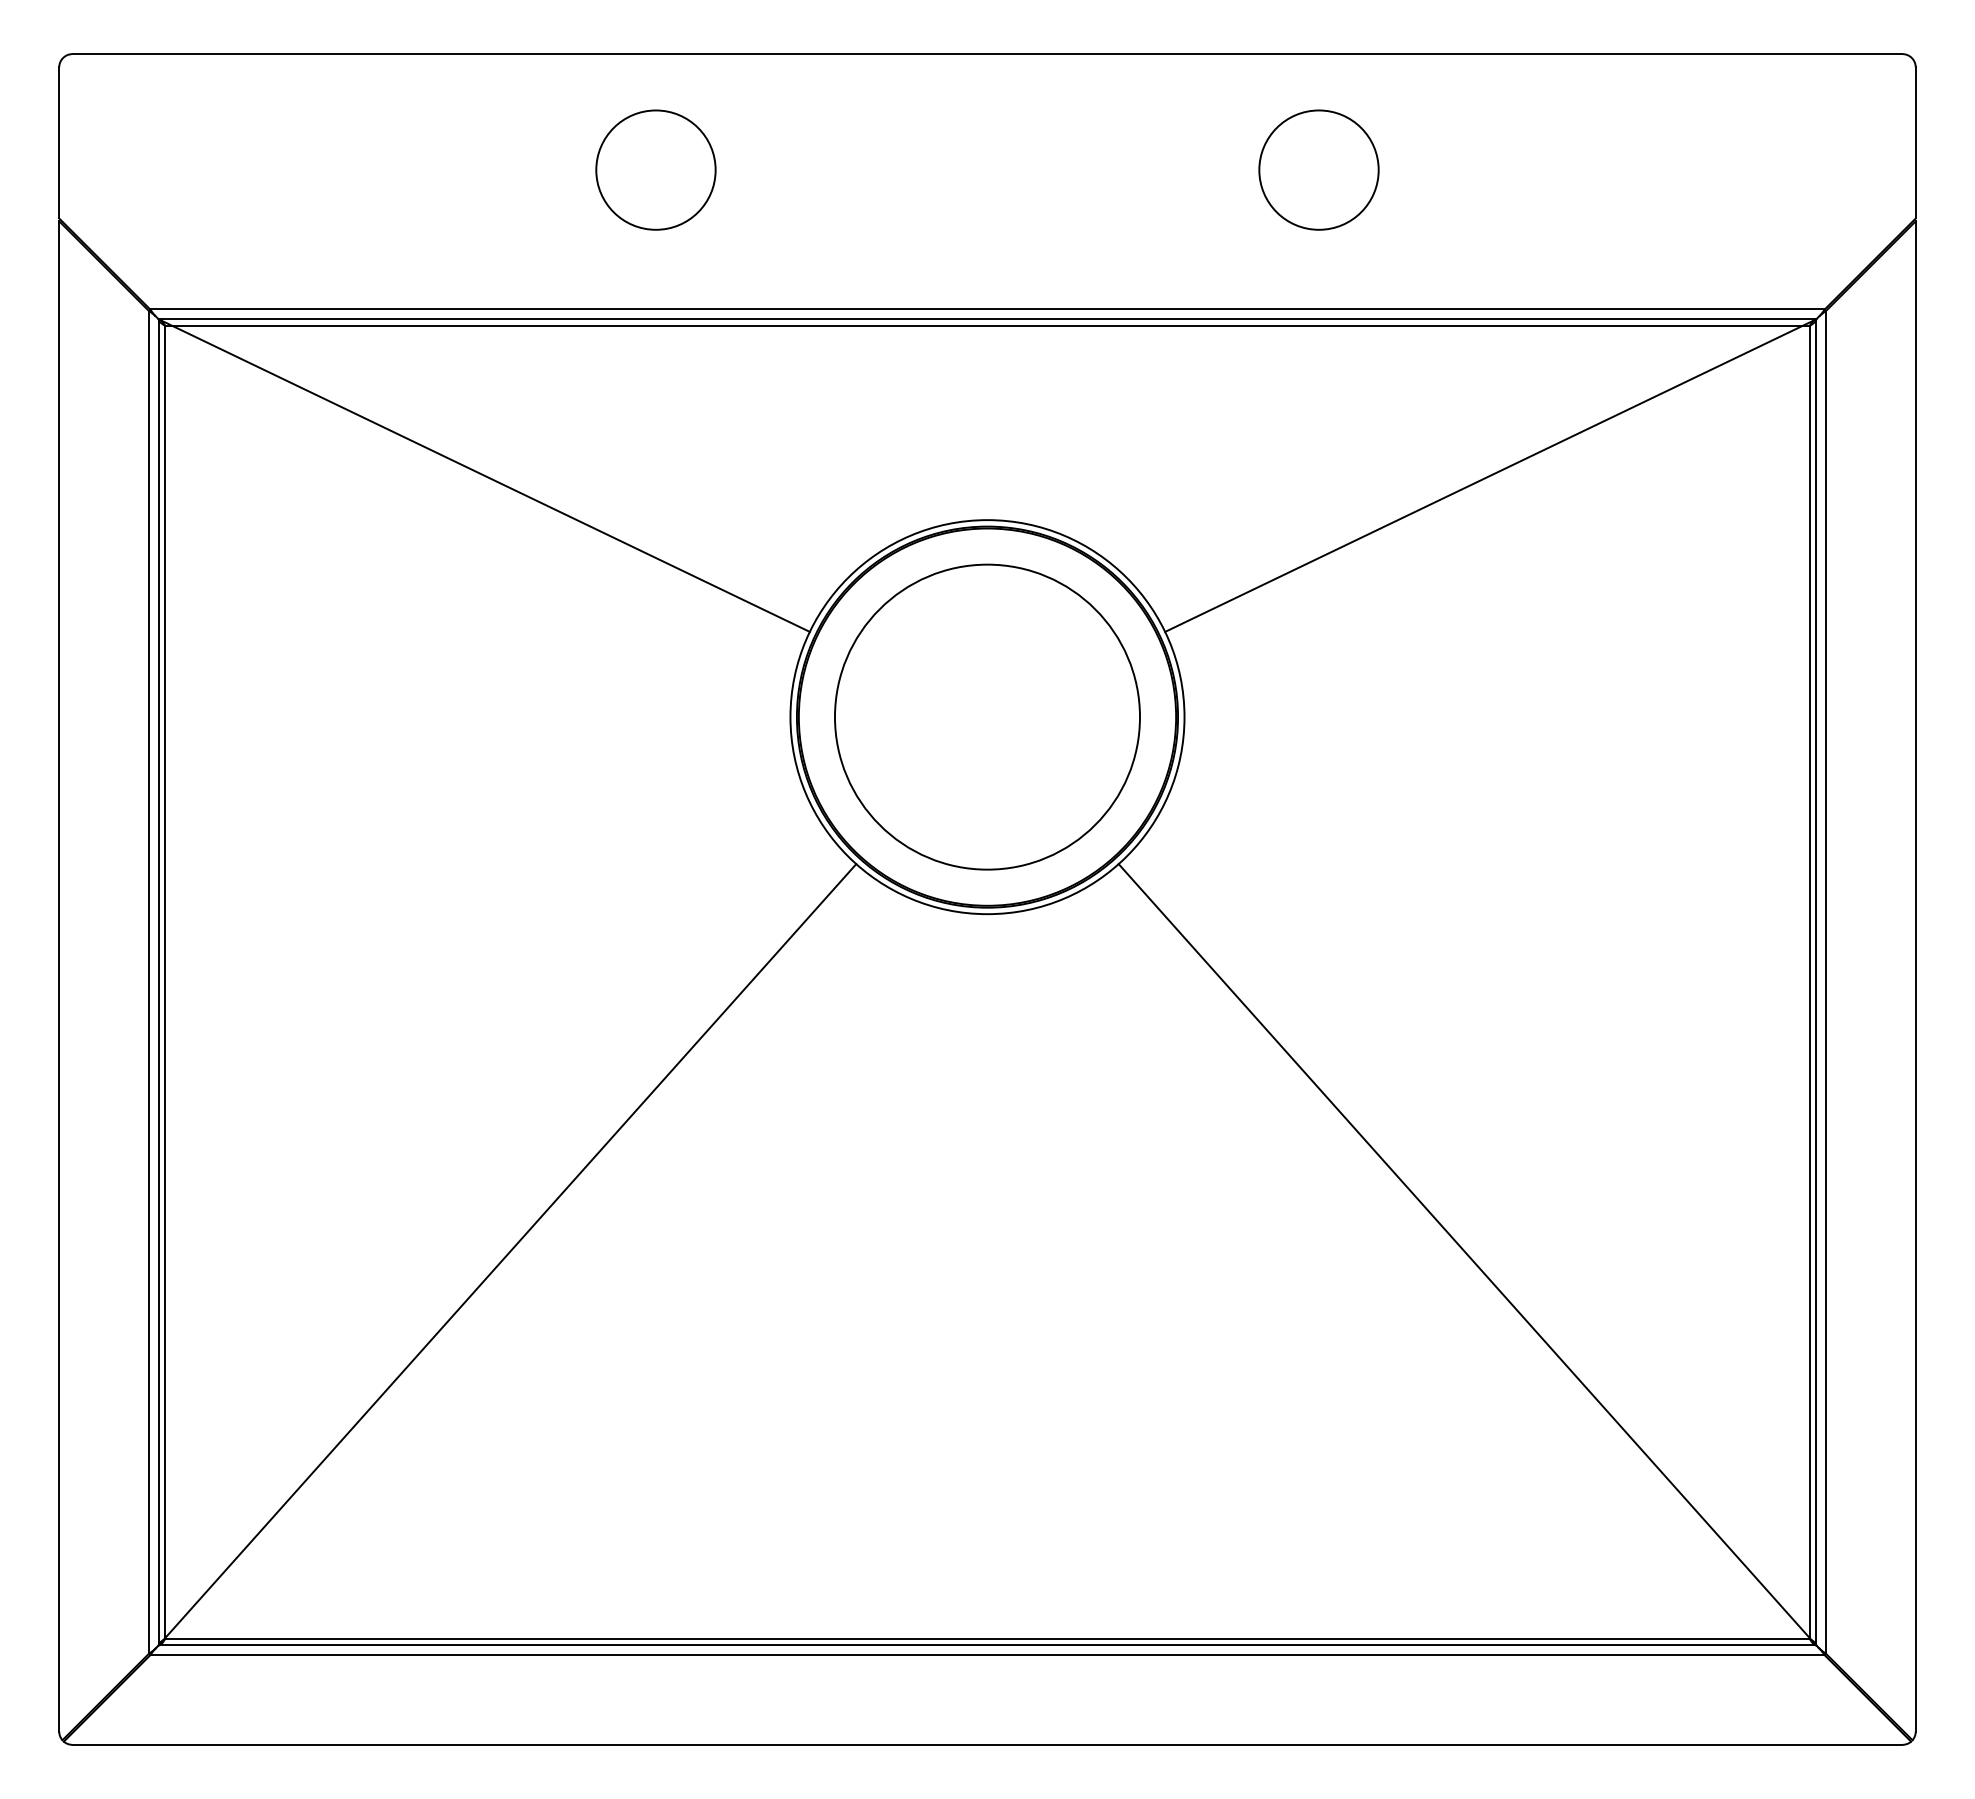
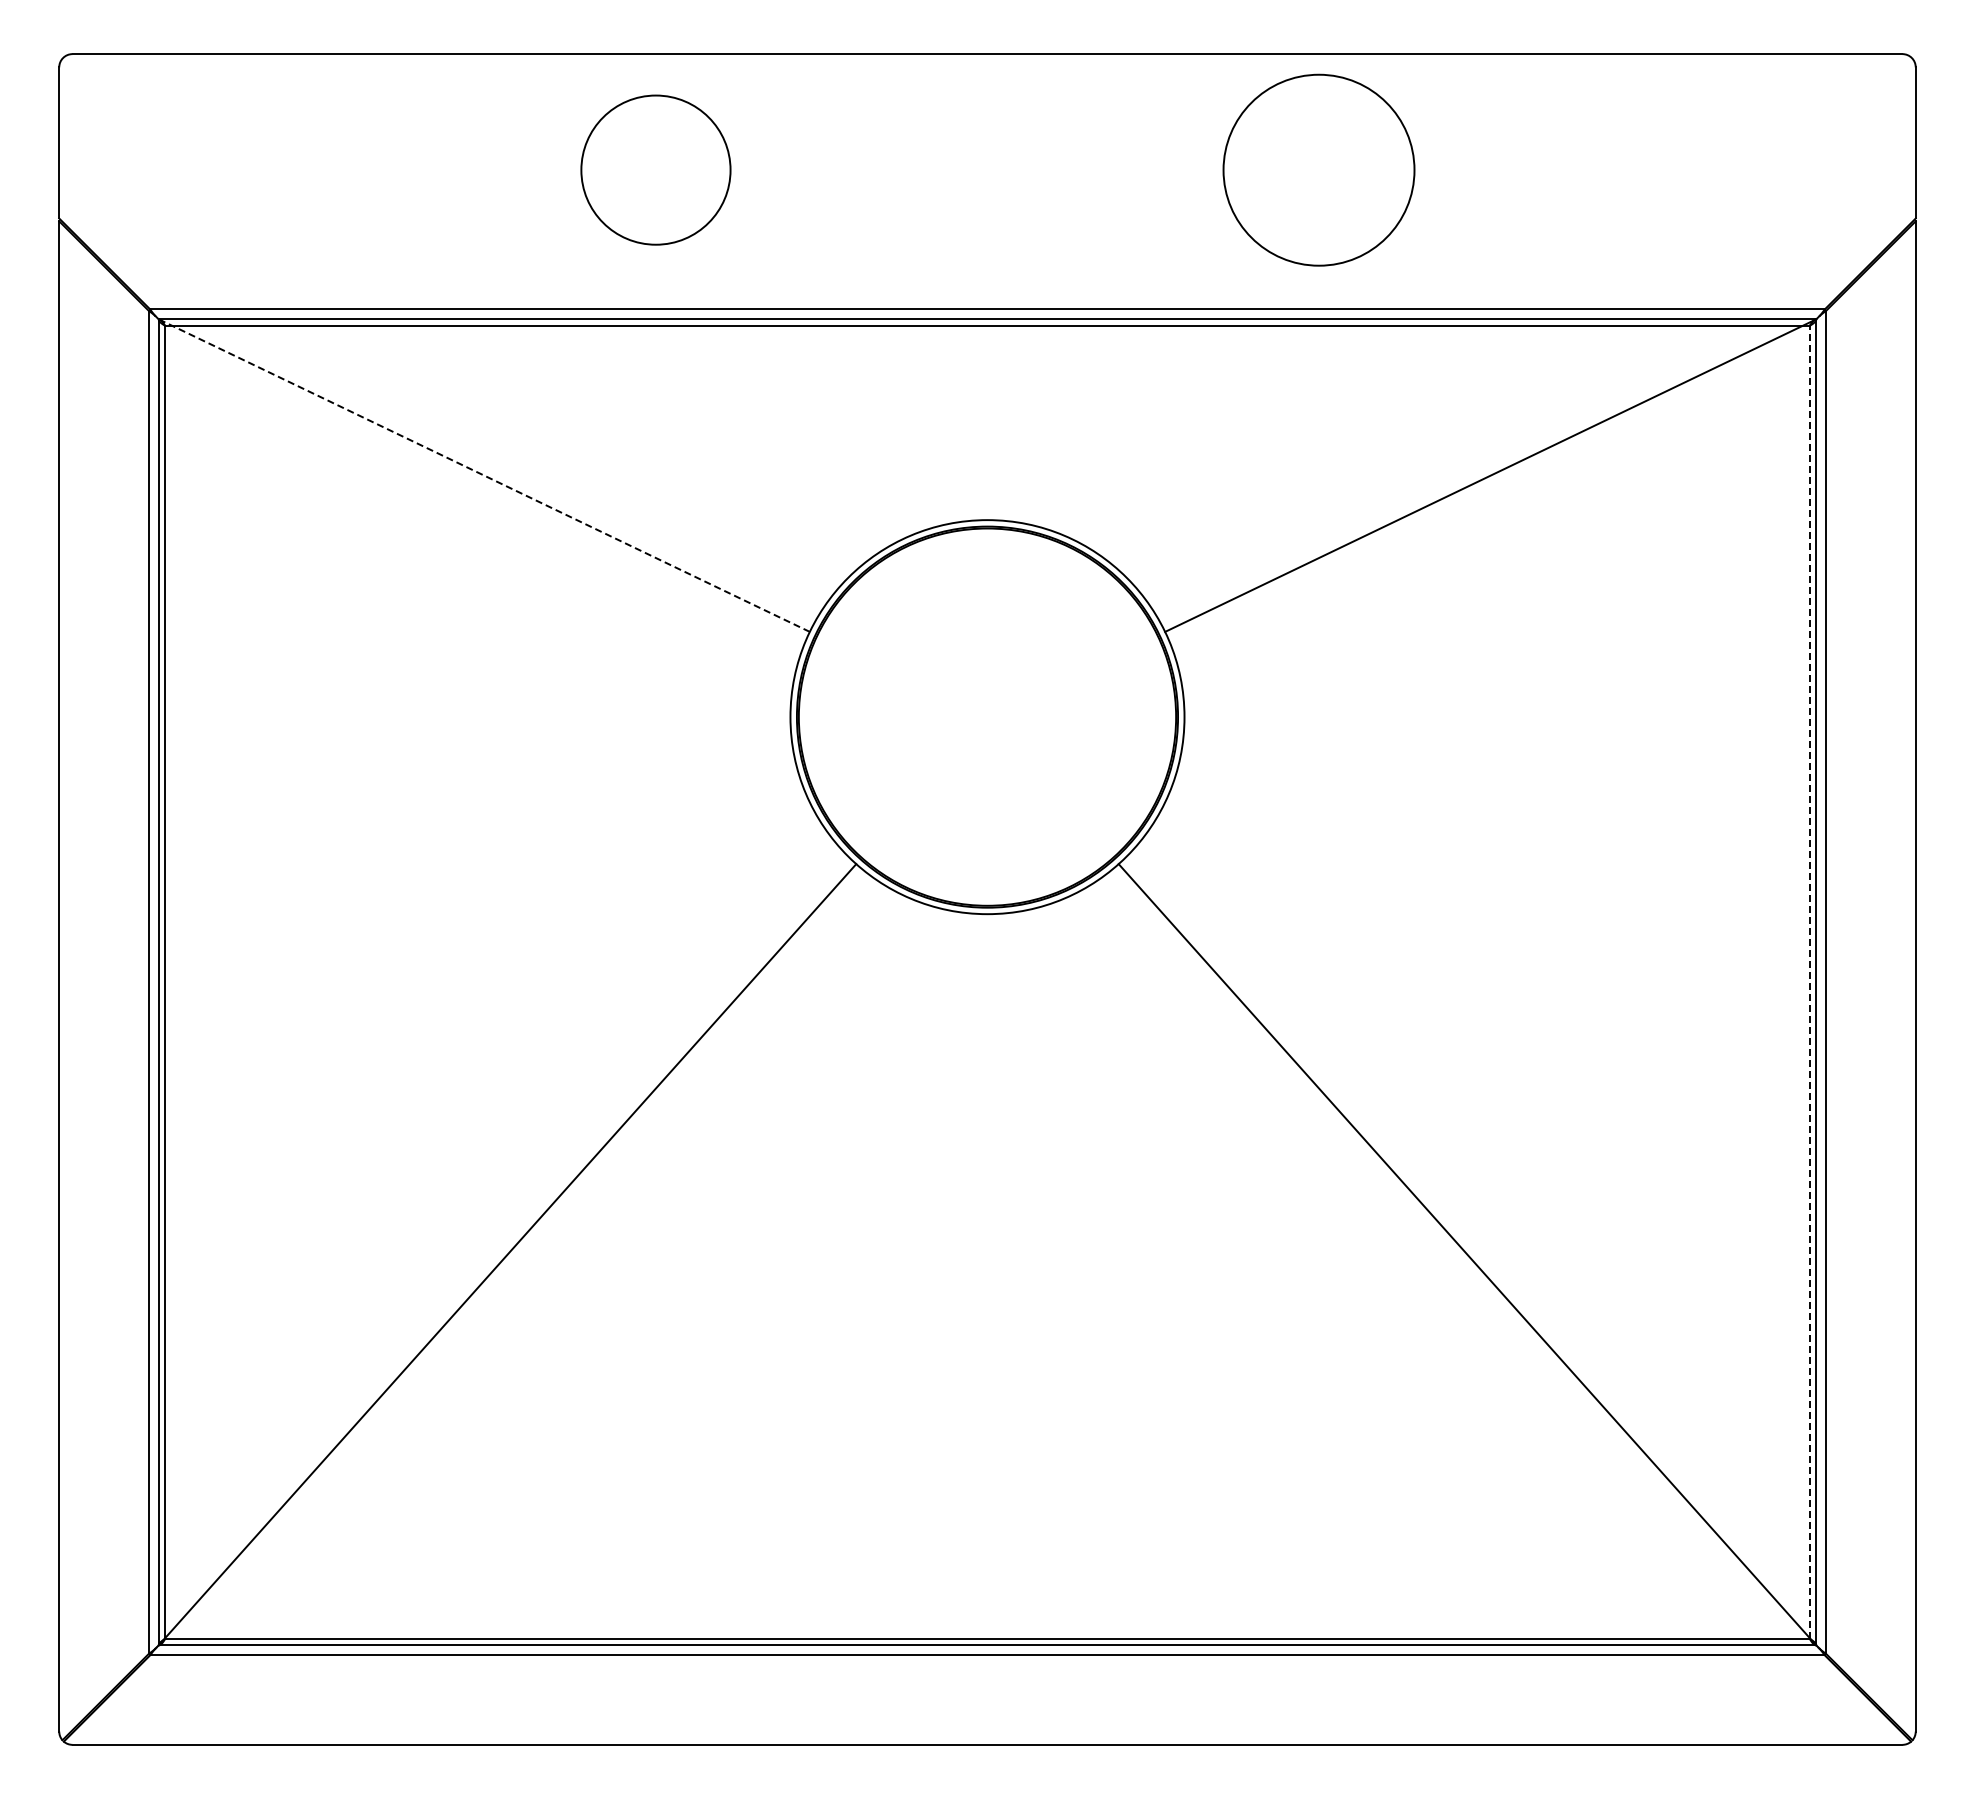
circle at (655, 169) diameter: 119 px -> 149 px
circle at (1318, 169) size: 122x122 px -> 194x194 px
line at (483, 475): solid -> dashed
circle at (987, 716): present -> none
line at (1809, 981): solid -> dashed
